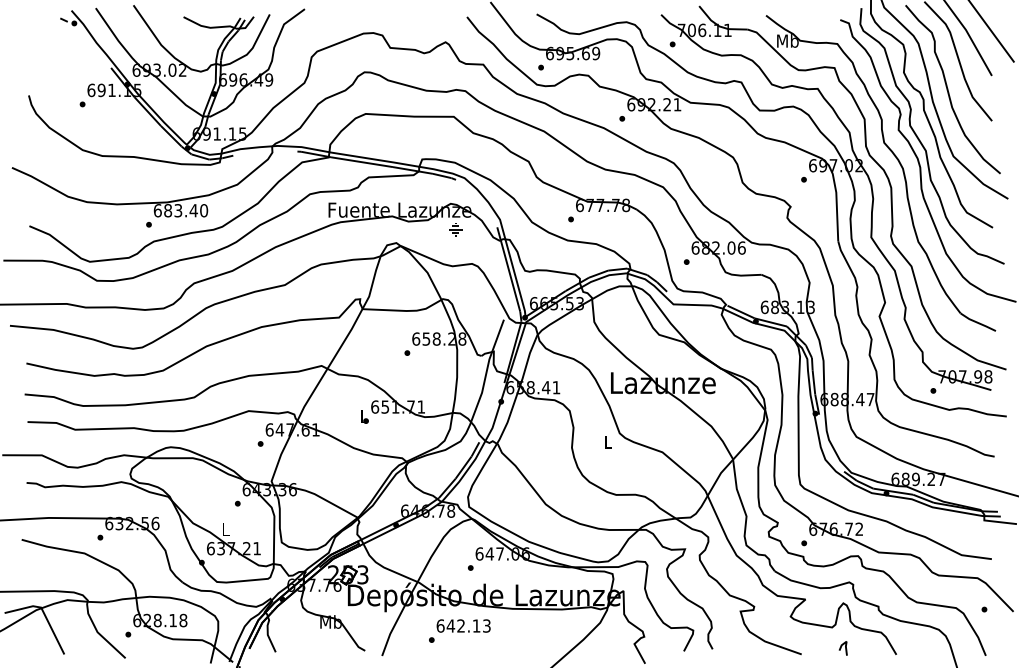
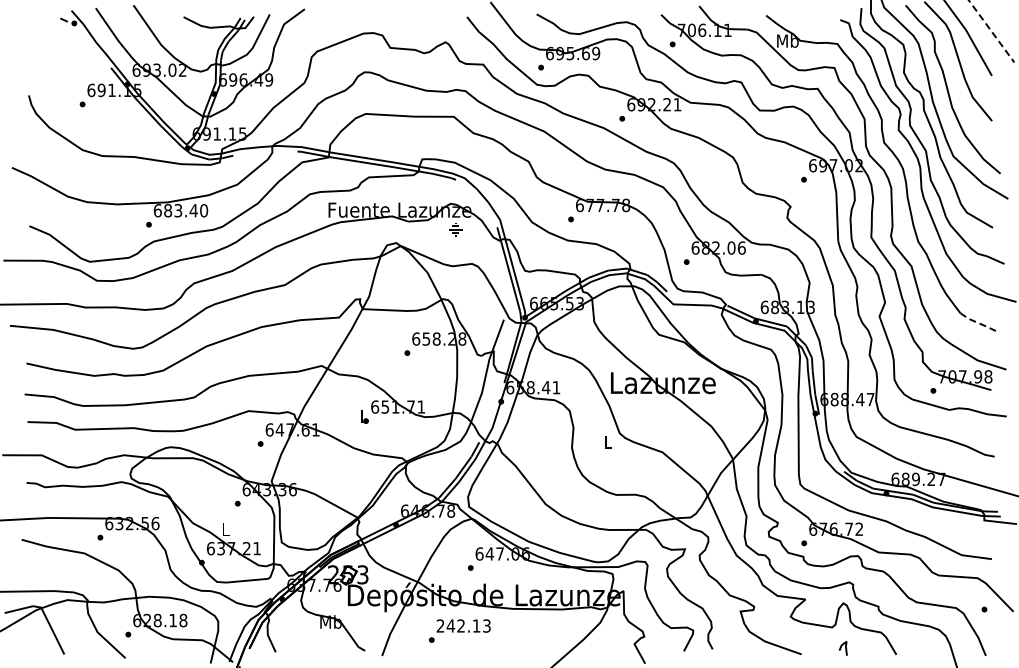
line at (992, 32): solid -> dashed
line at (977, 322): solid -> dashed
text at (440, 625): 642.13 -> 242.13
